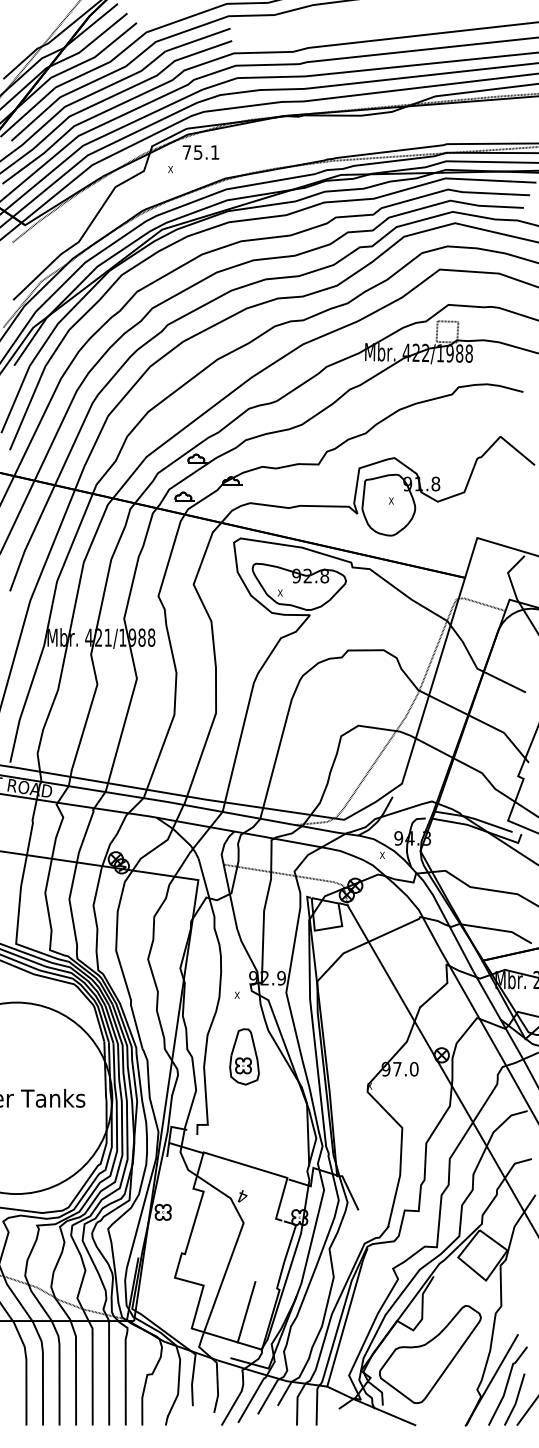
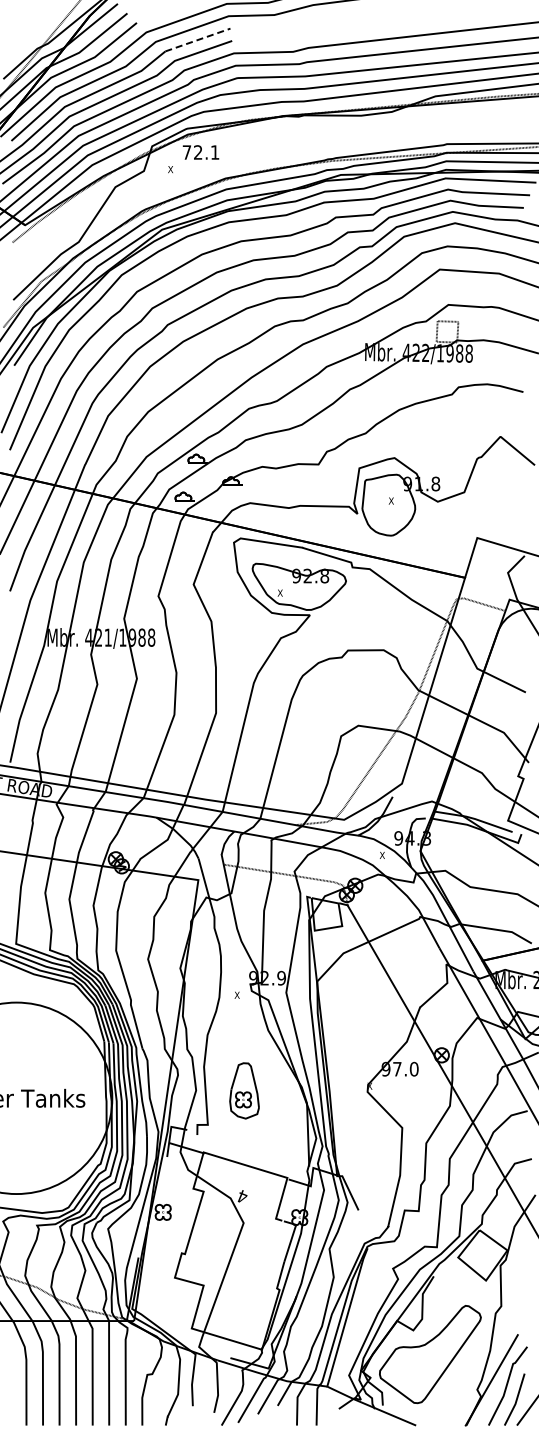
line at (198, 39): solid -> dashed
text at (198, 152): 75.1 -> 72.1
part at (244, 1056) position: (244, 1056) -> (244, 1090)
line at (246, 1312): present -> none
